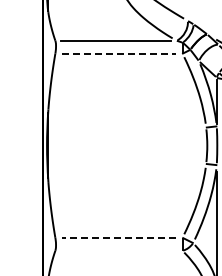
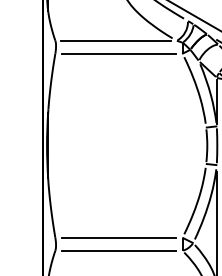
line at (194, 15): none -> present
line at (119, 53): dashed -> solid
line at (118, 237): dashed -> solid
line at (118, 250): none -> present
